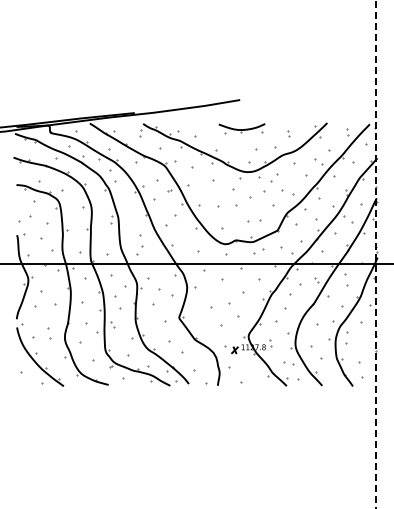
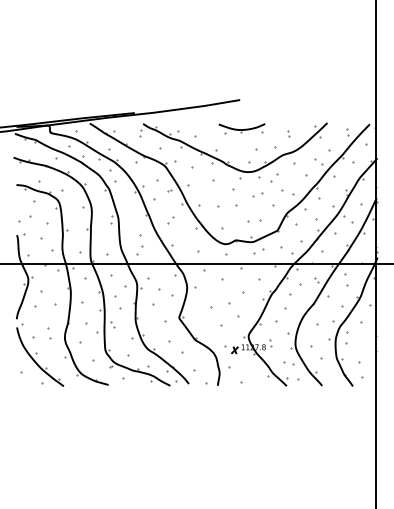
part at (257, 194) size: 17x9 px -> 12x6 px
part at (170, 220) size: 12x13 px -> 8x9 px
line at (376, 254): dashed -> solid
